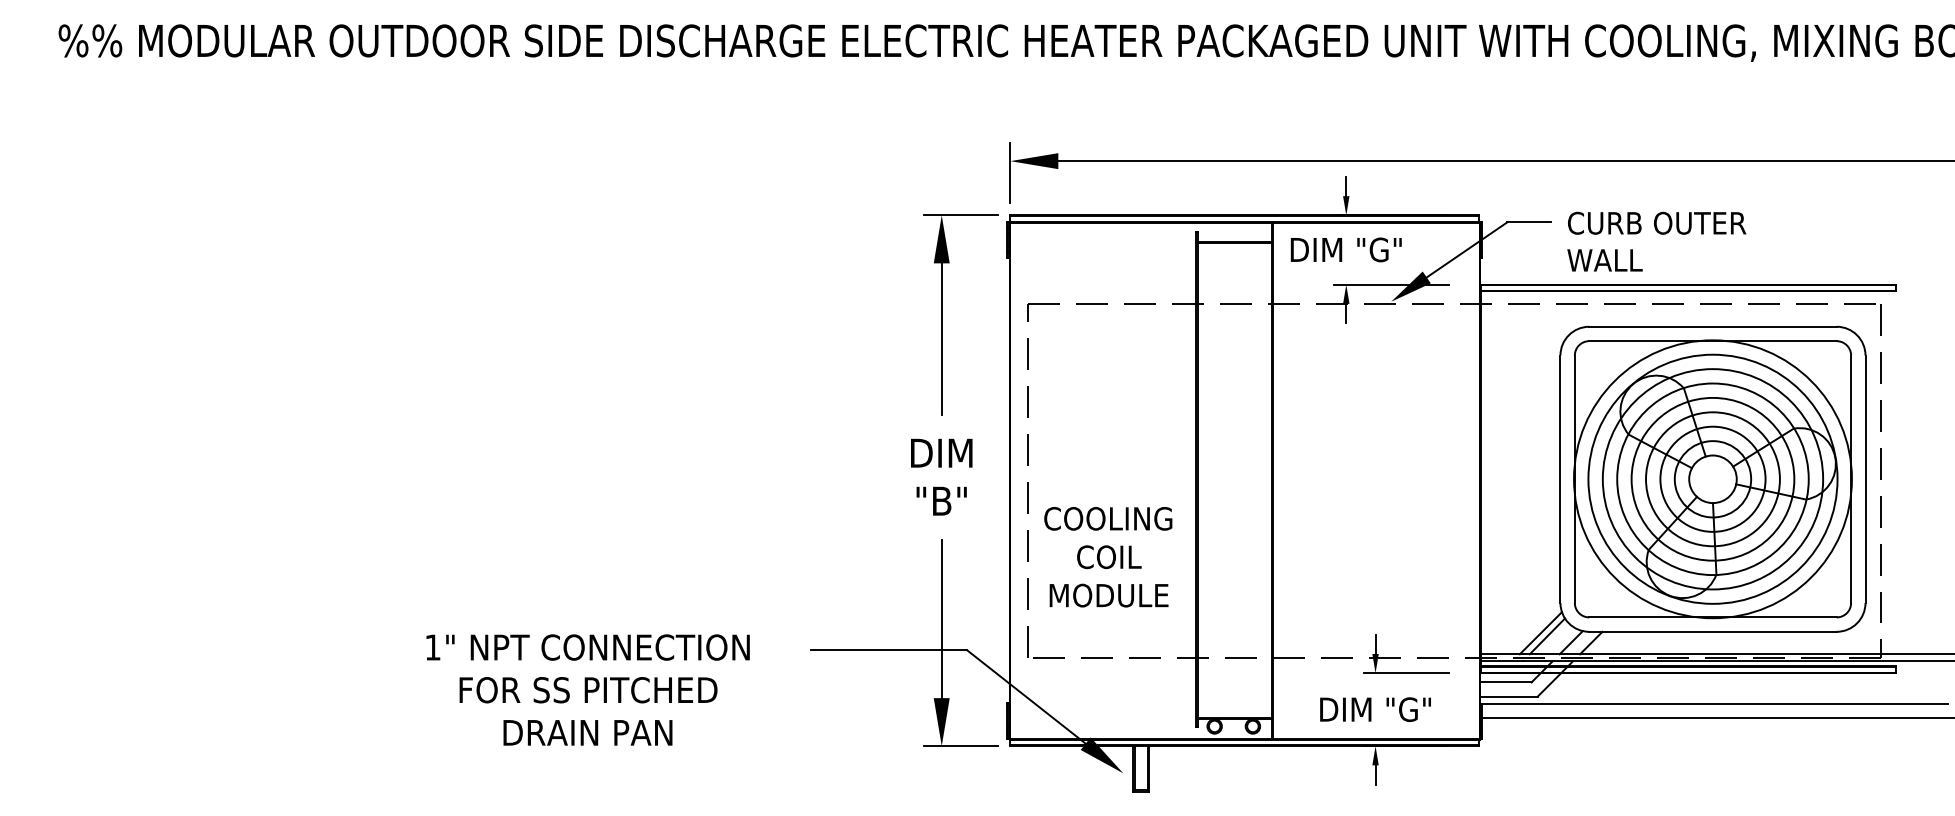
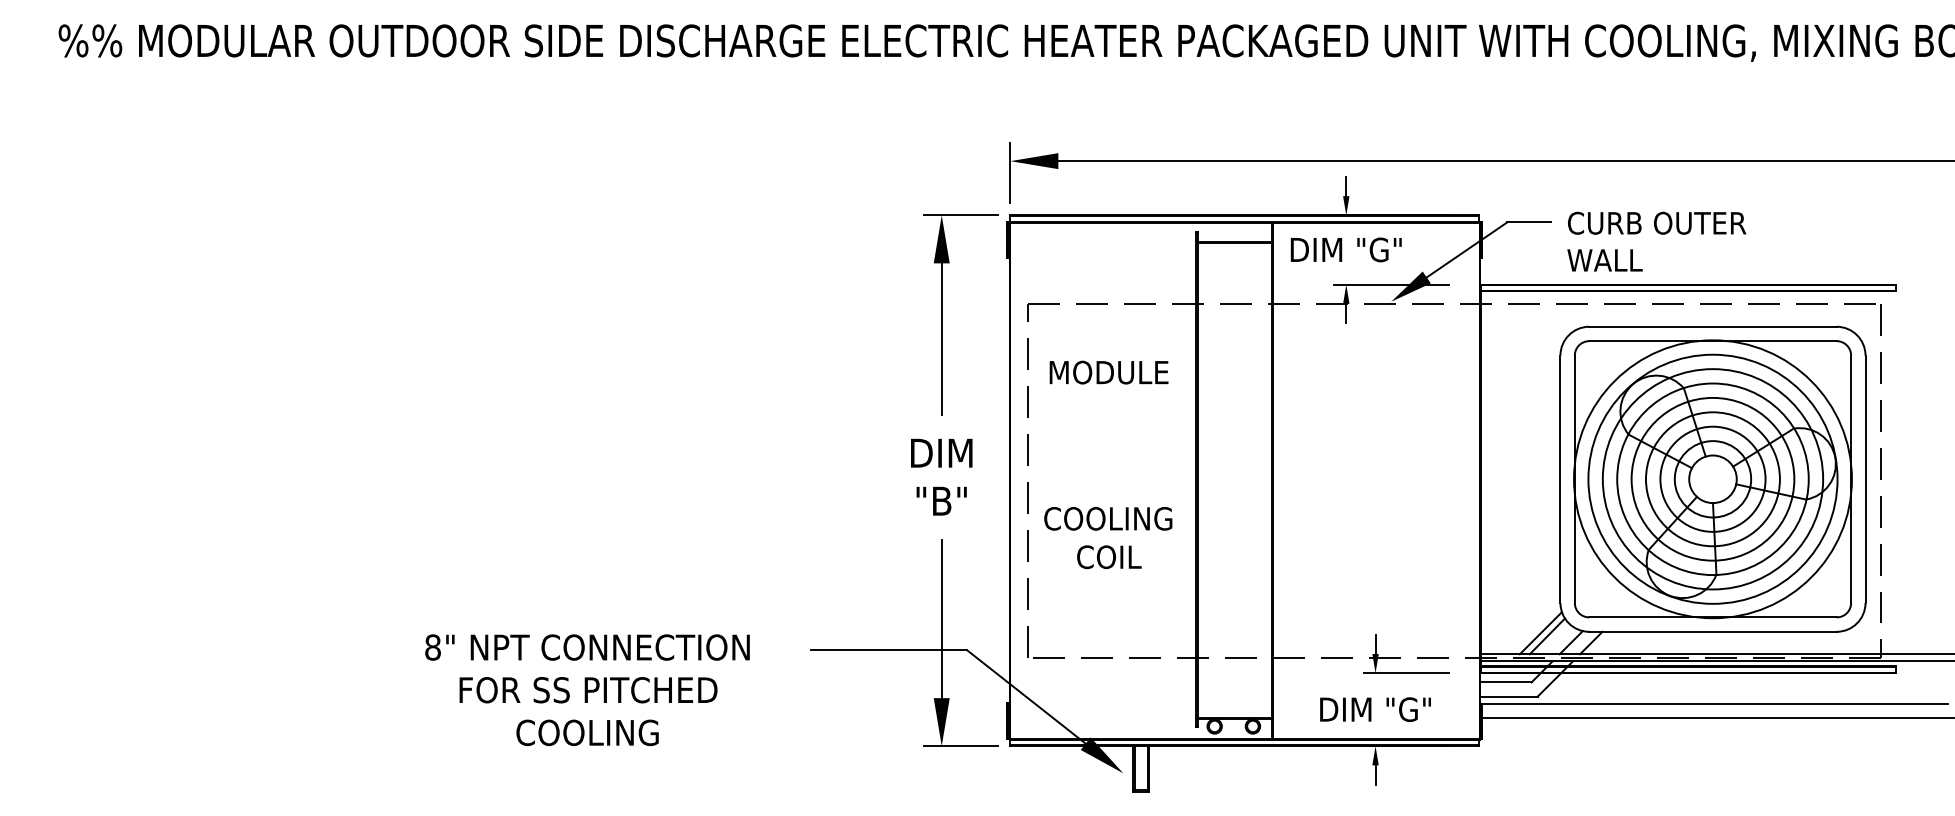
text at (1108, 595) position: (1108, 595) -> (1108, 372)
text at (432, 647): 1" -> 8"
text at (587, 732): DRAIN PAN -> COOLING
